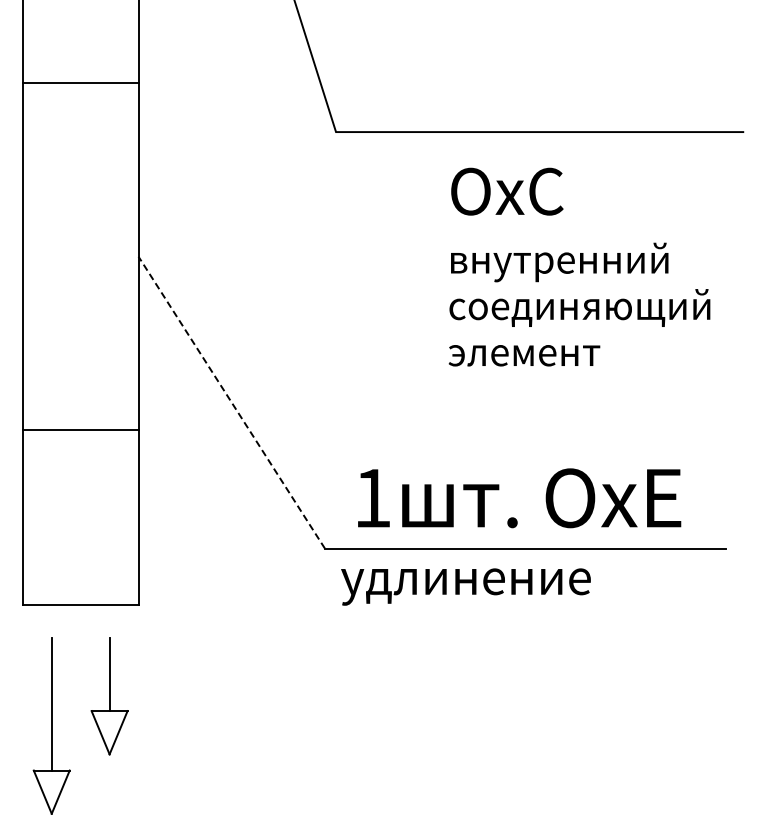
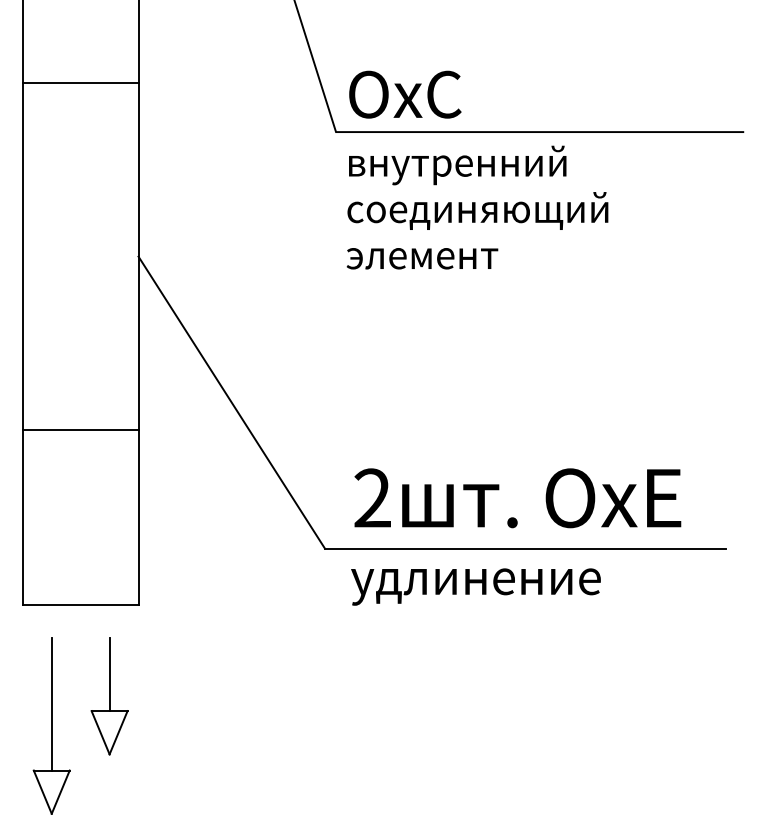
text at (579, 266) position: (579, 266) -> (477, 169)
line at (231, 402): dashed -> solid
text at (372, 497): 1 -> 2
text at (465, 586) position: (465, 586) -> (475, 586)
